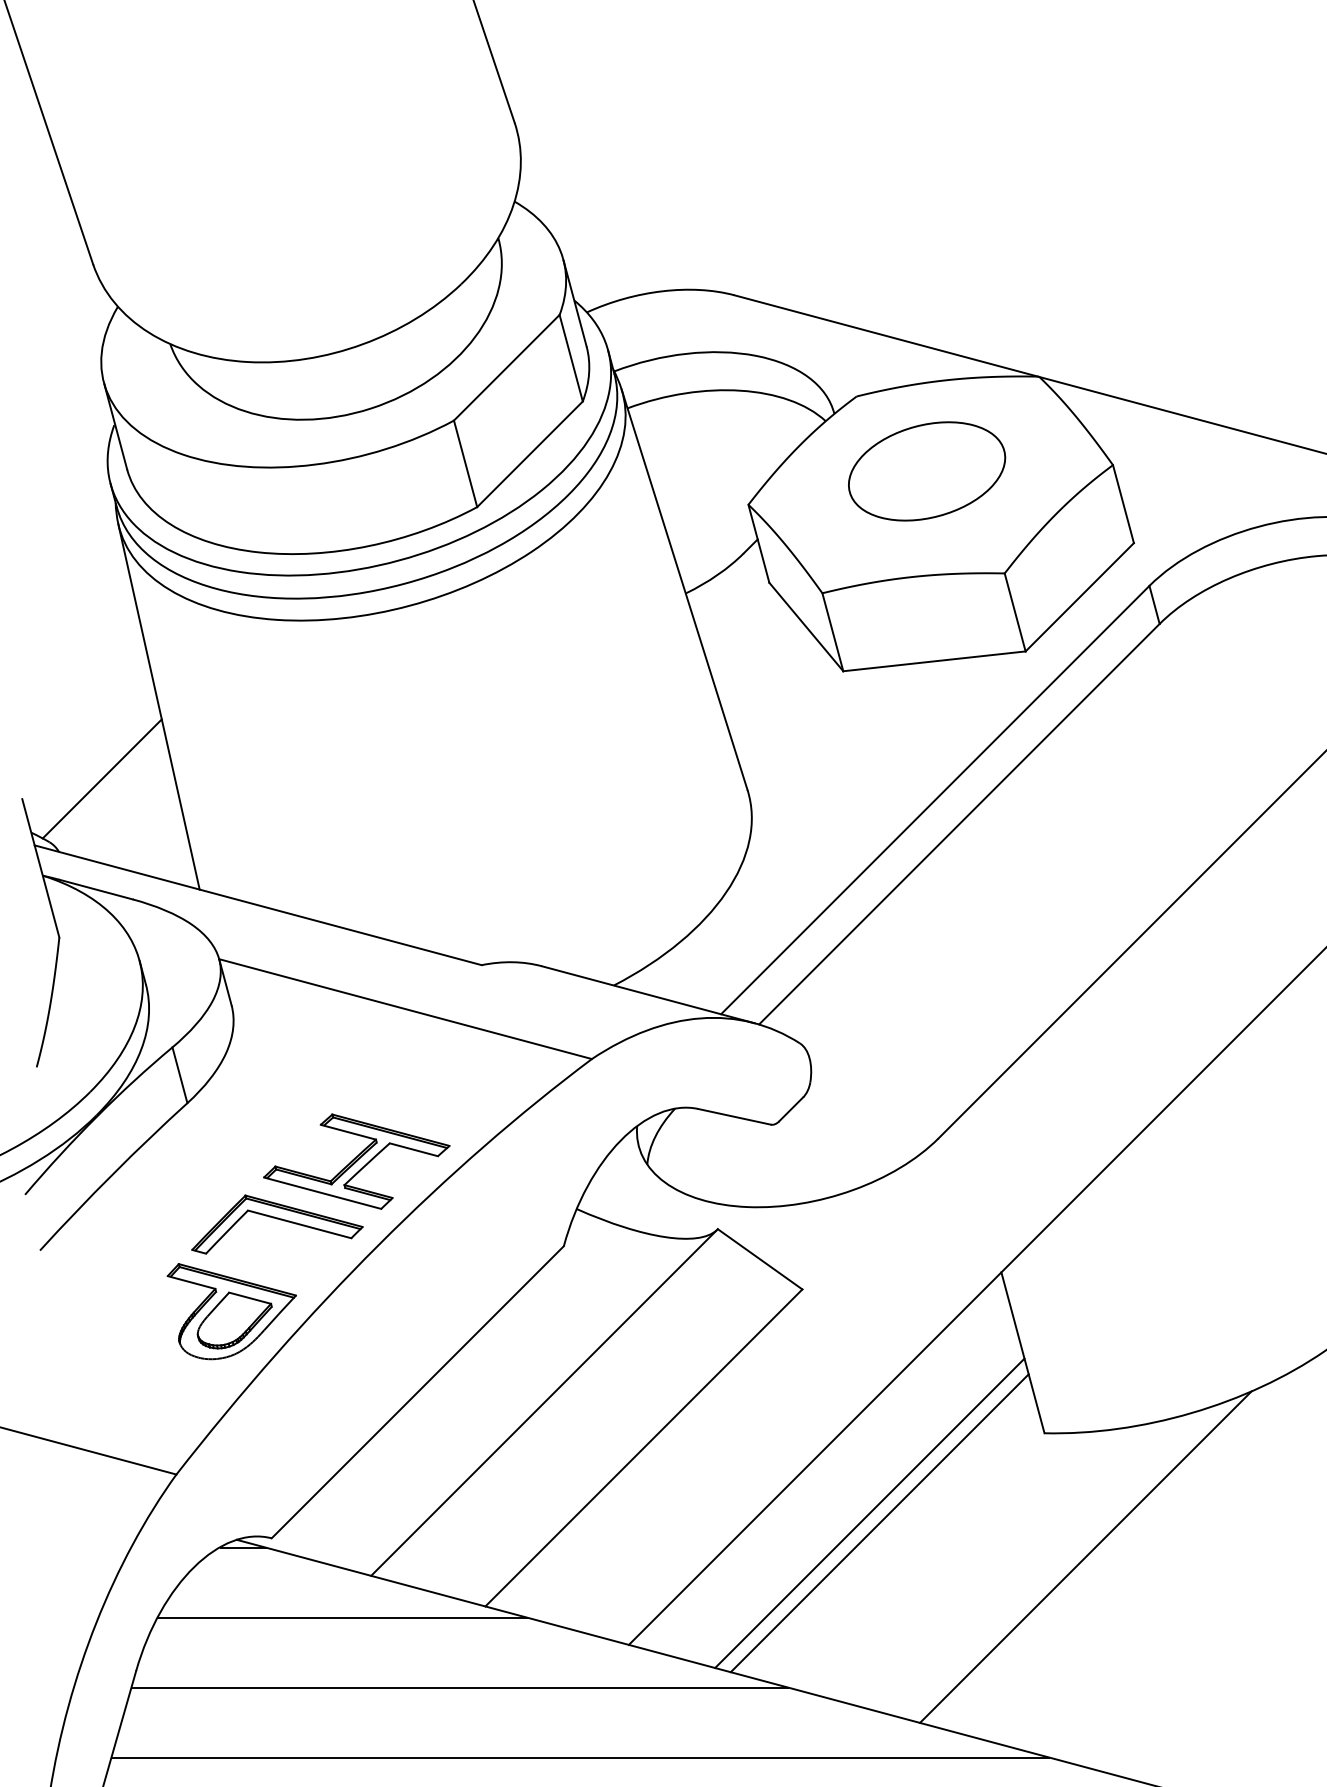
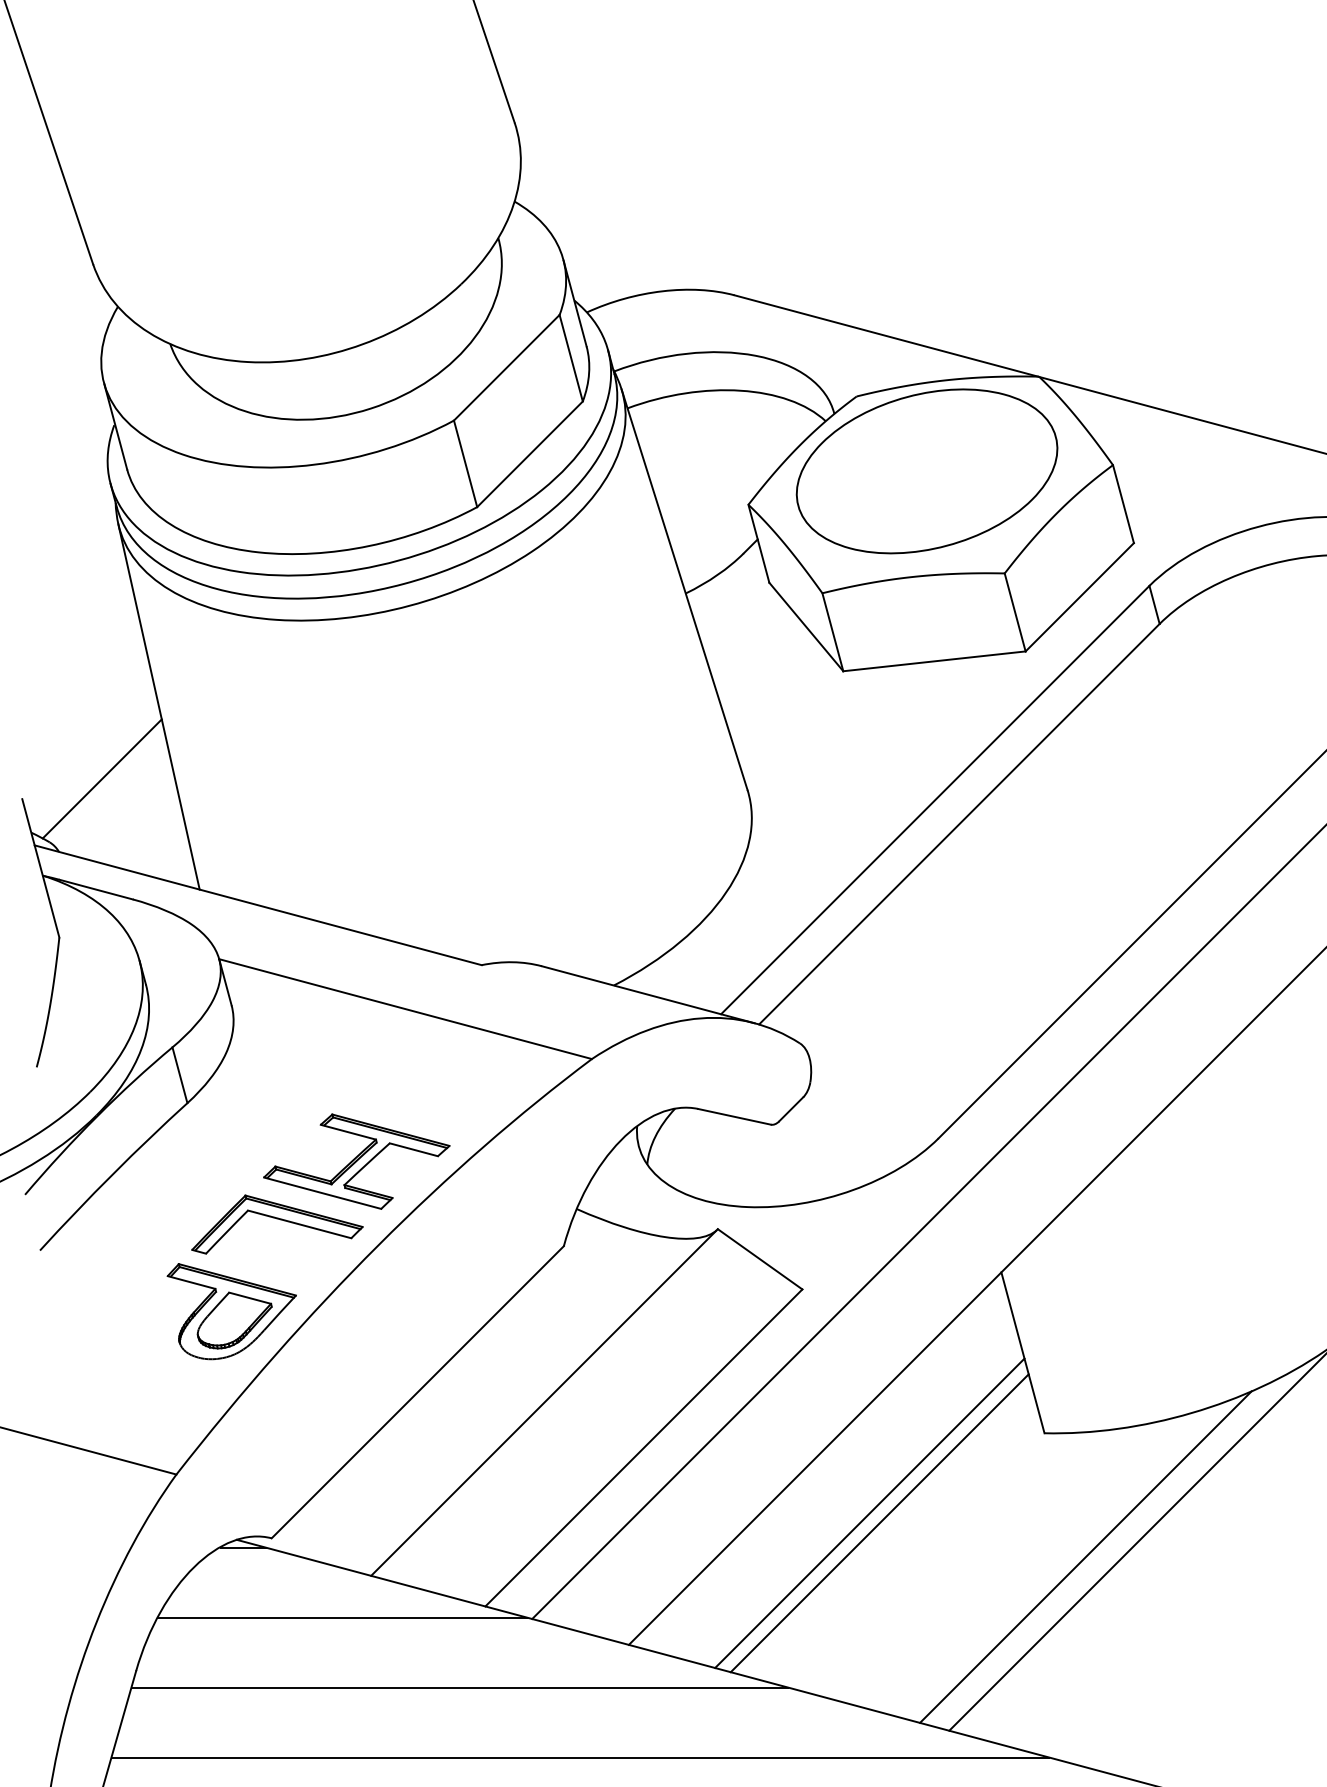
part at (927, 471) size: 159x101 px -> 264x167 px
line at (927, 1223): none -> present
line at (1136, 1543): none -> present
